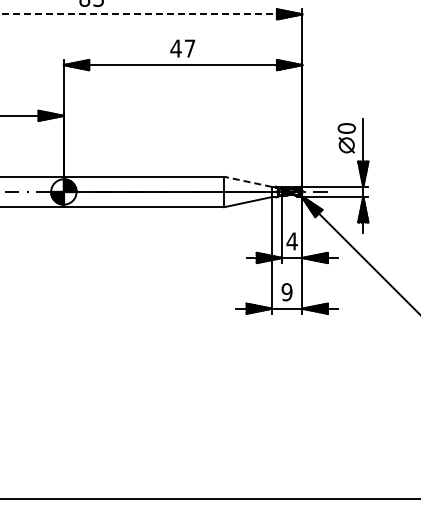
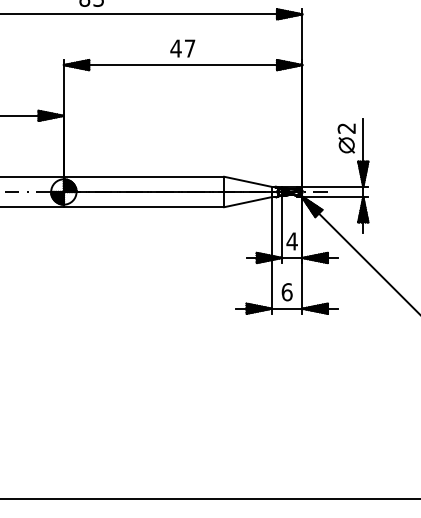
line at (151, 14): dashed -> solid
text at (346, 128): 0 -> 2
line at (247, 181): dashed -> solid
text at (286, 292): 9 -> 6
